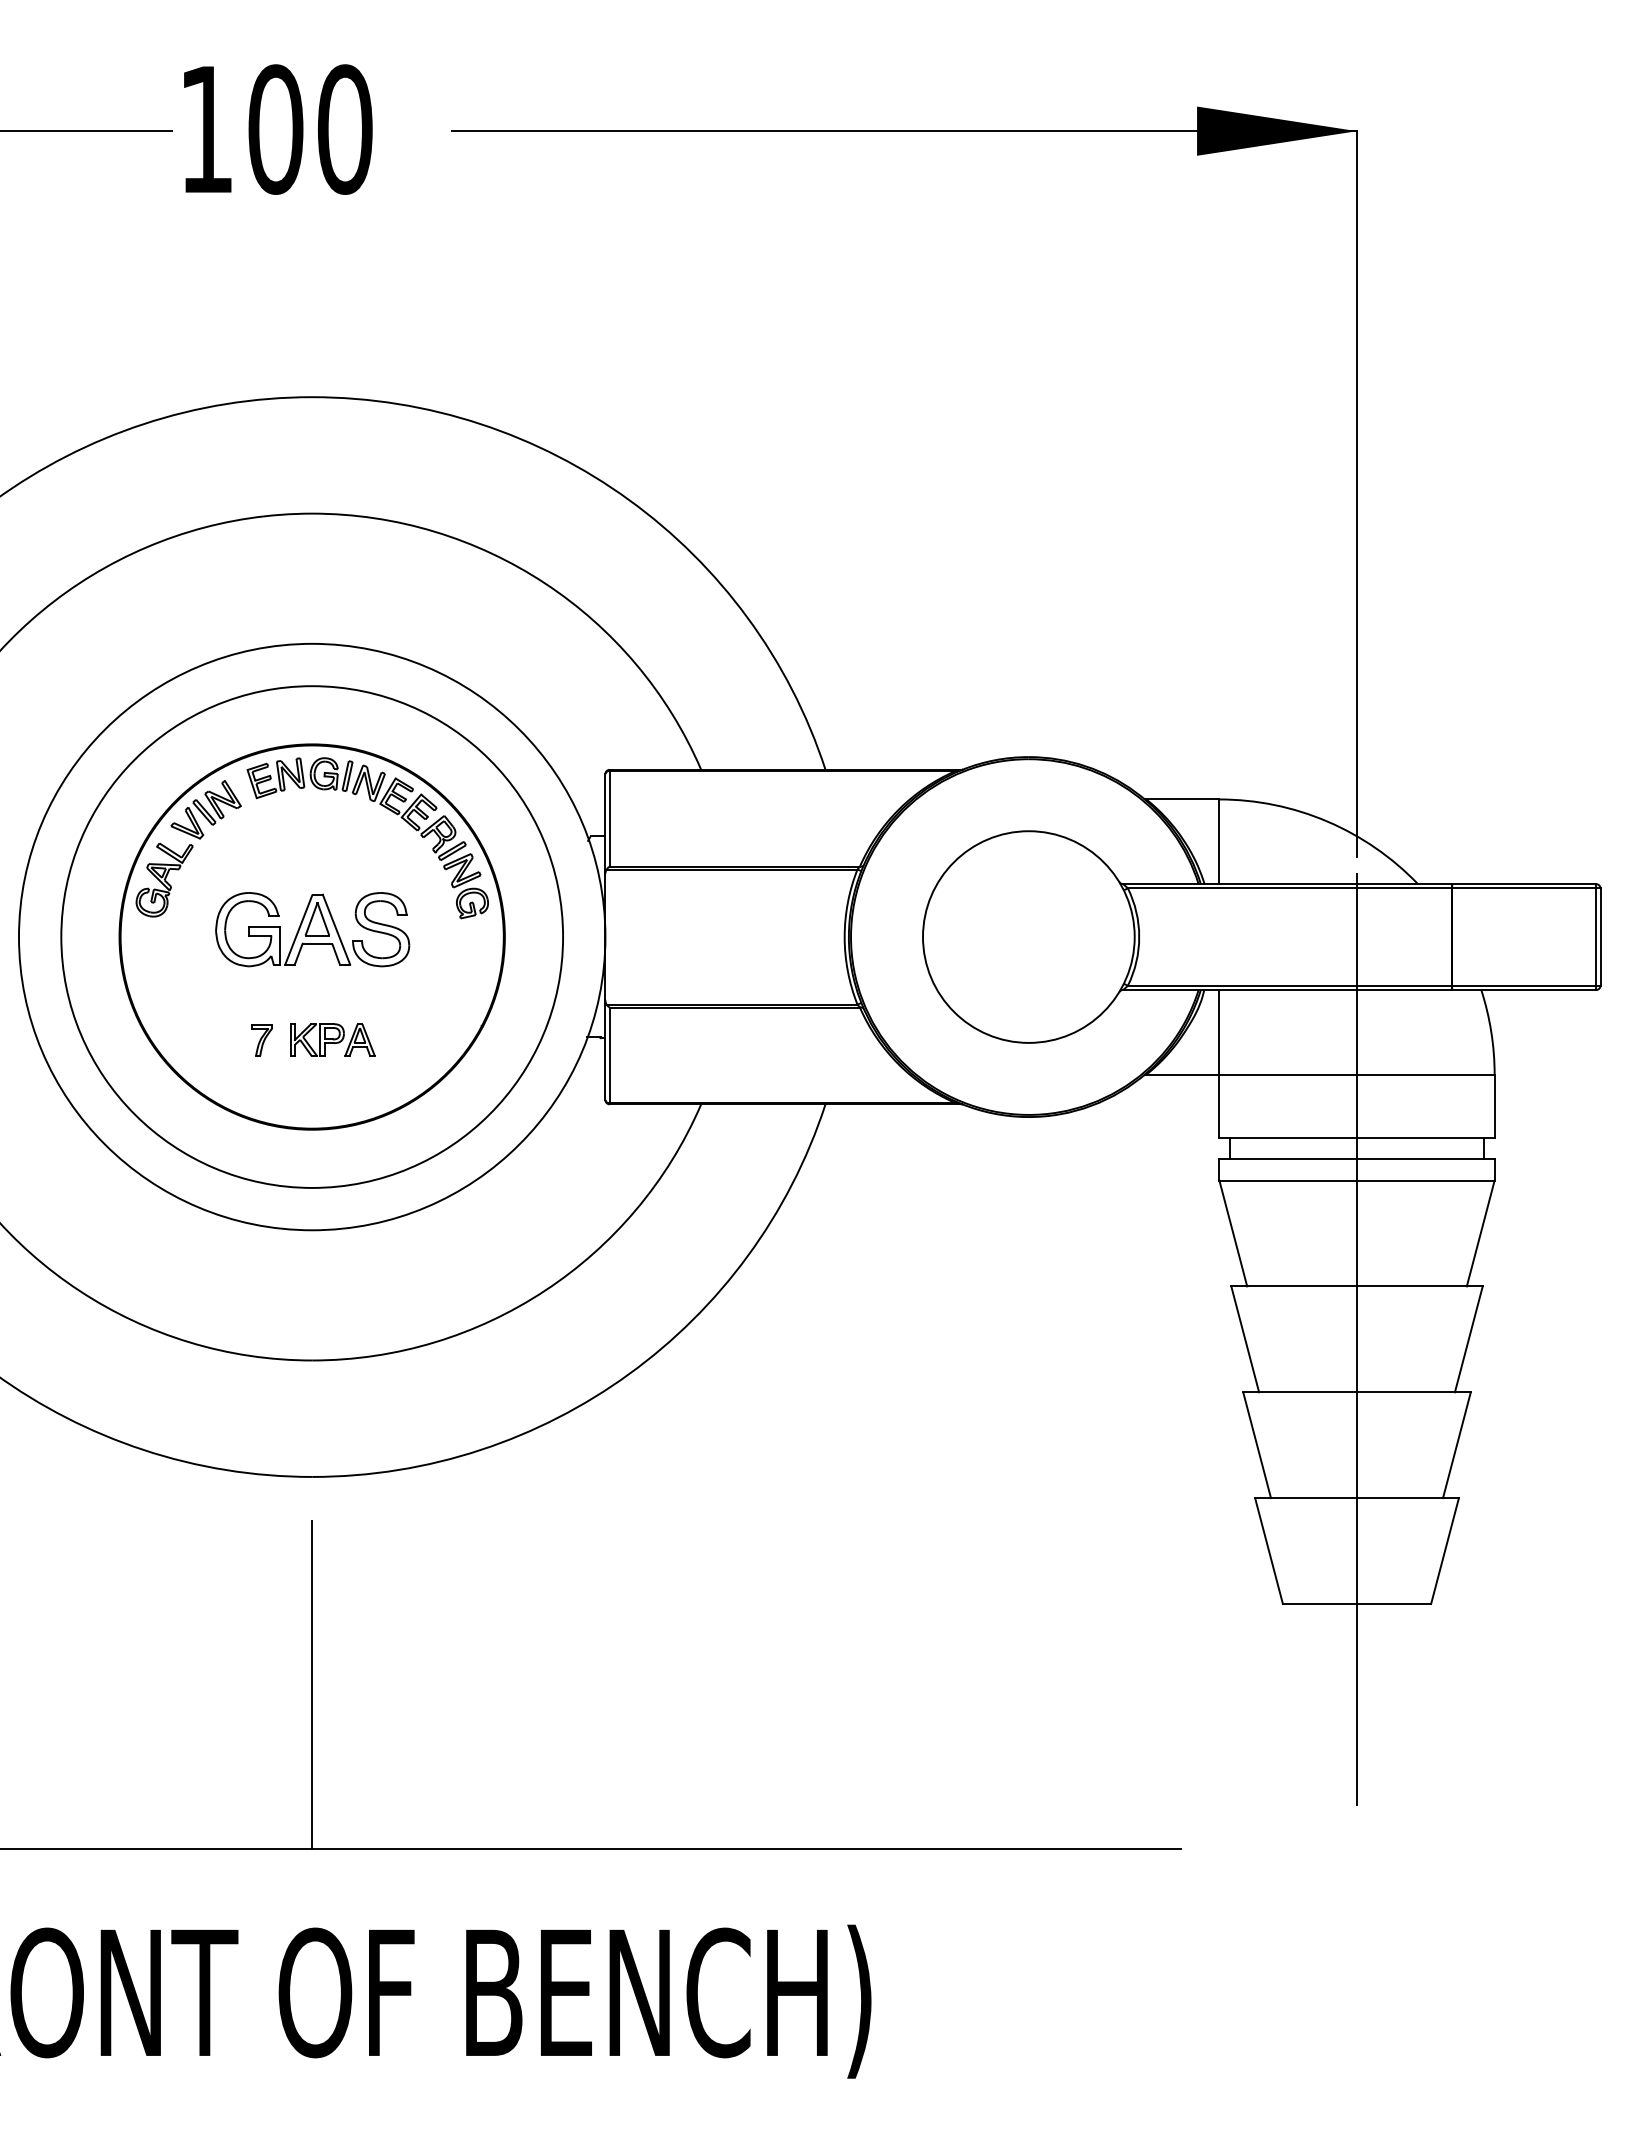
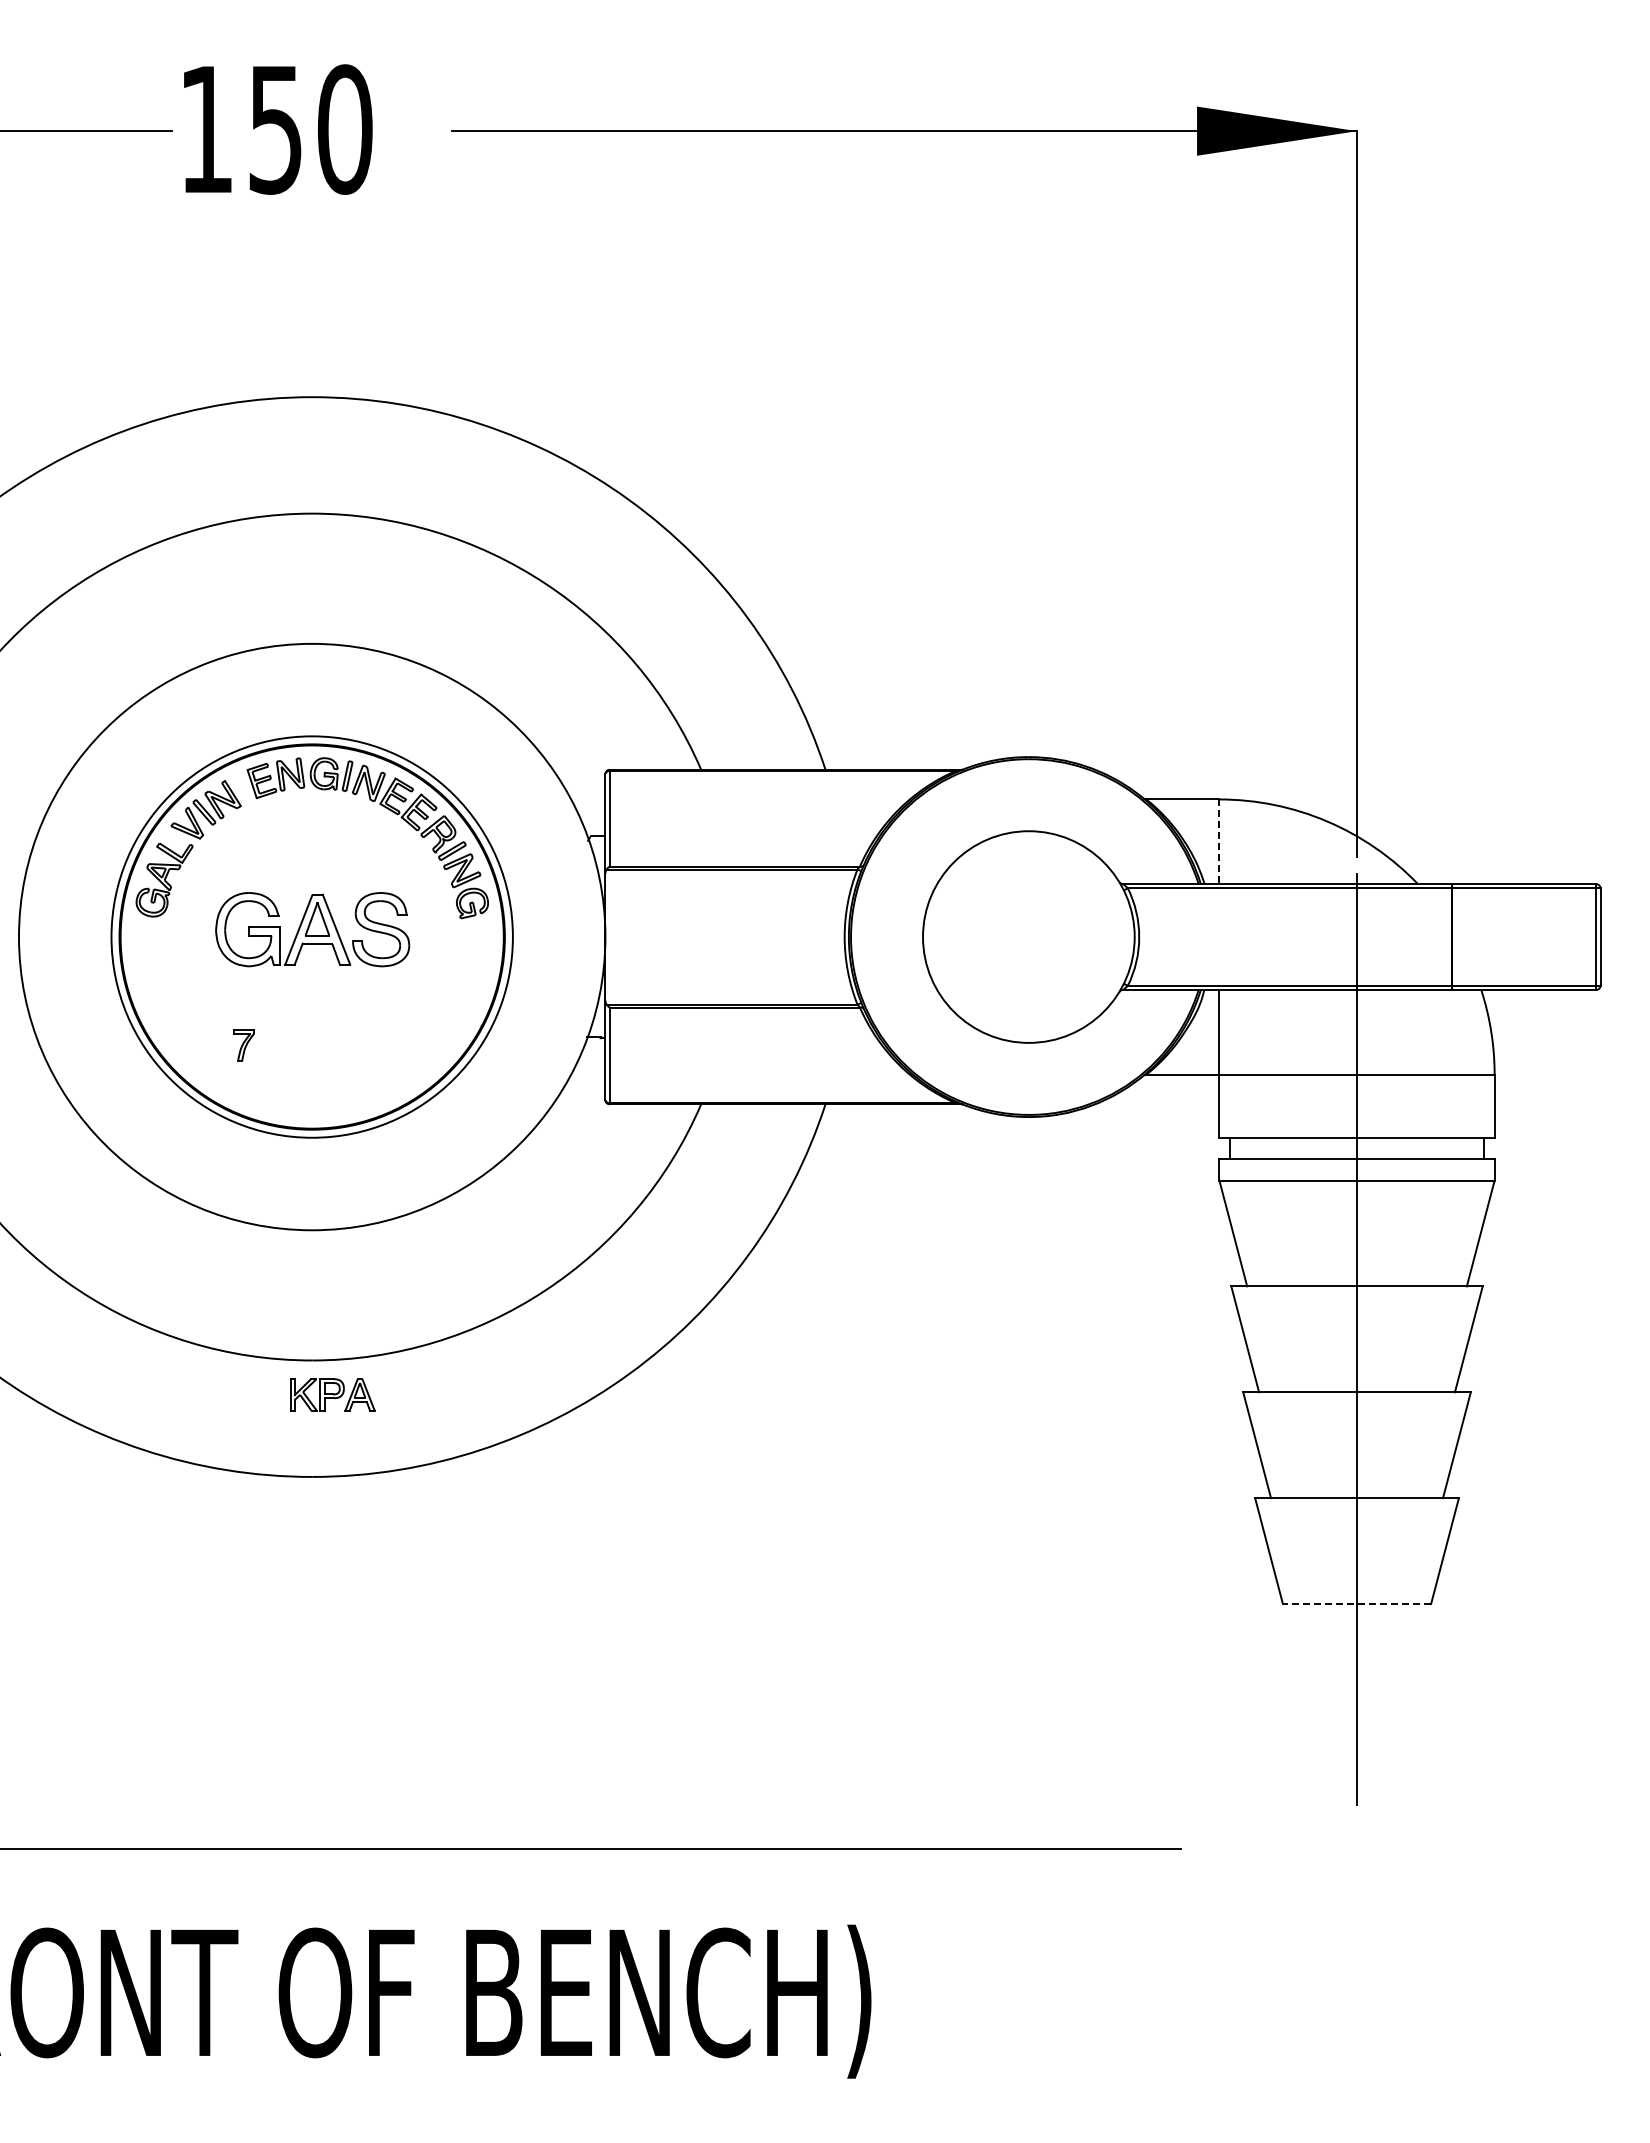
text at (275, 129): 100 -> 150
line at (1219, 842): solid -> dashed
circle at (312, 936) diameter: 502 px -> 401 px
part at (332, 1039) position: (332, 1039) -> (332, 1394)
part at (261, 1040) position: (261, 1040) -> (243, 1045)
line at (1356, 1603): solid -> dashed
line at (312, 1685): present -> none
